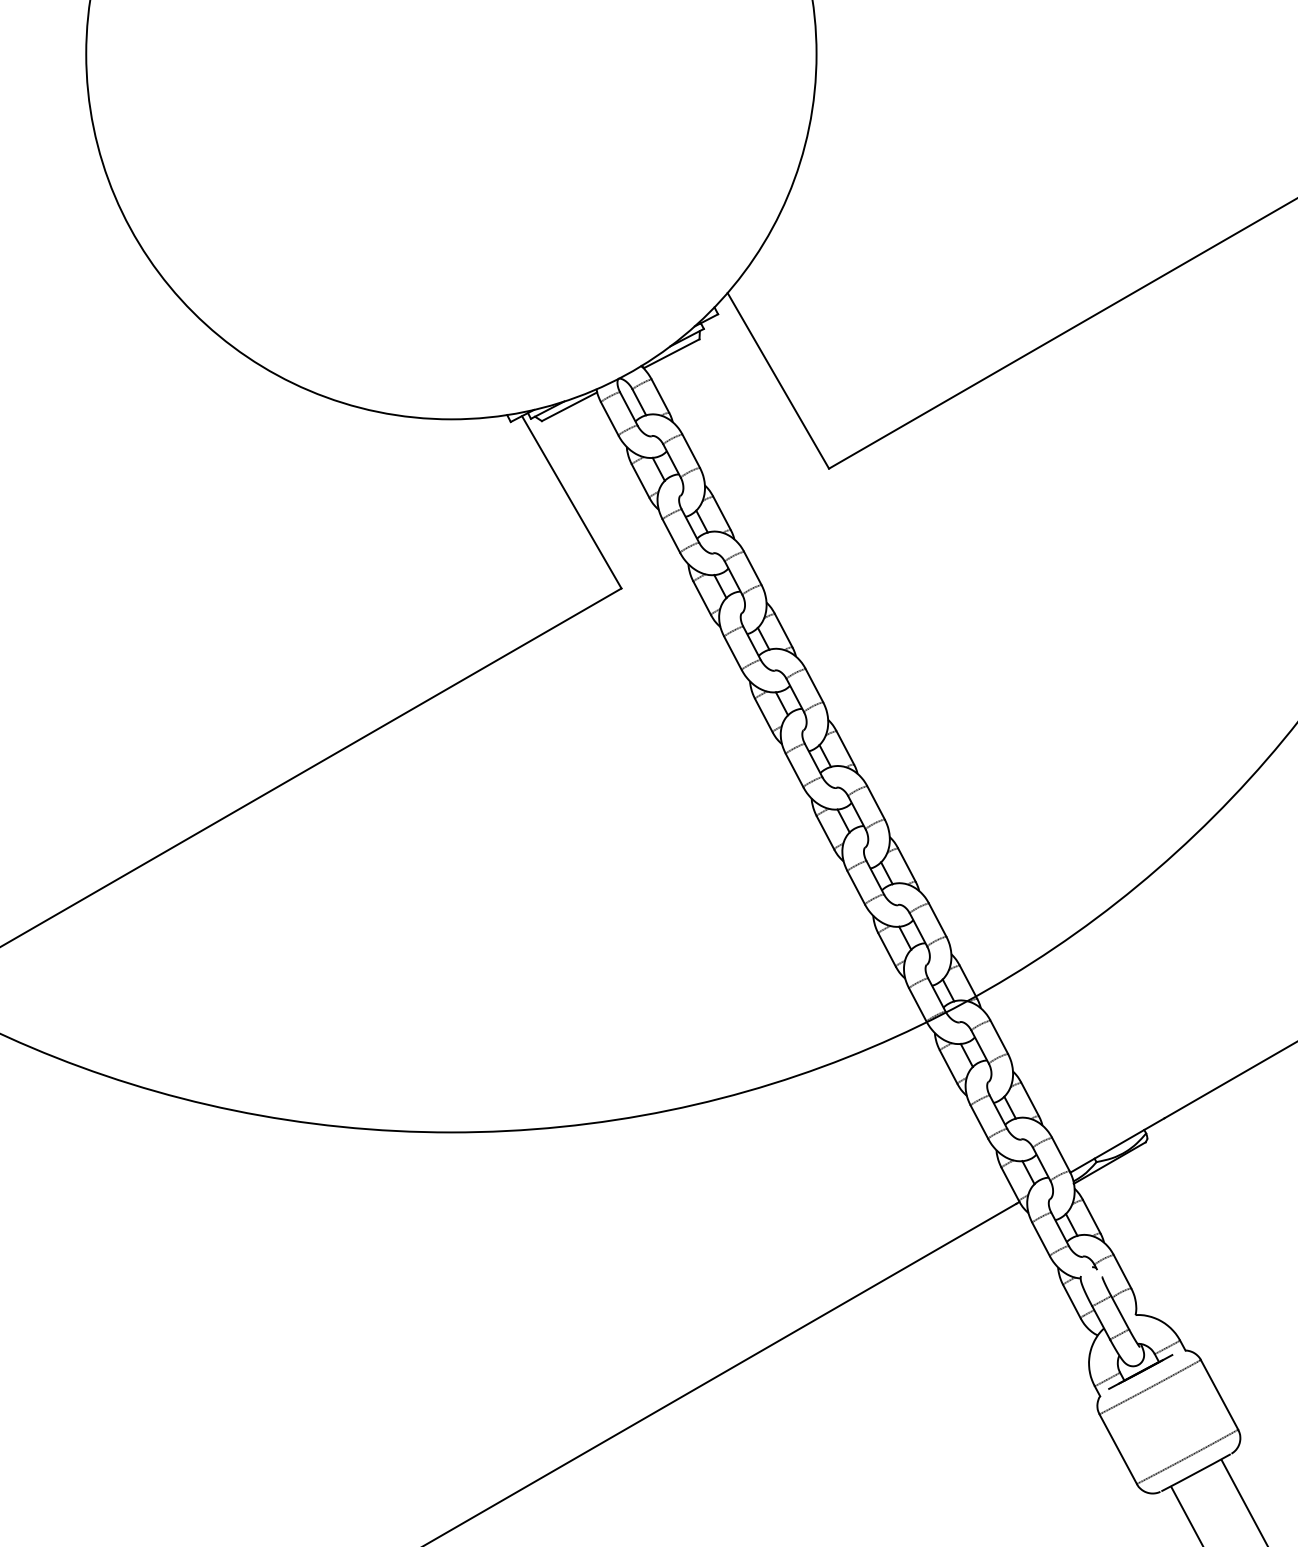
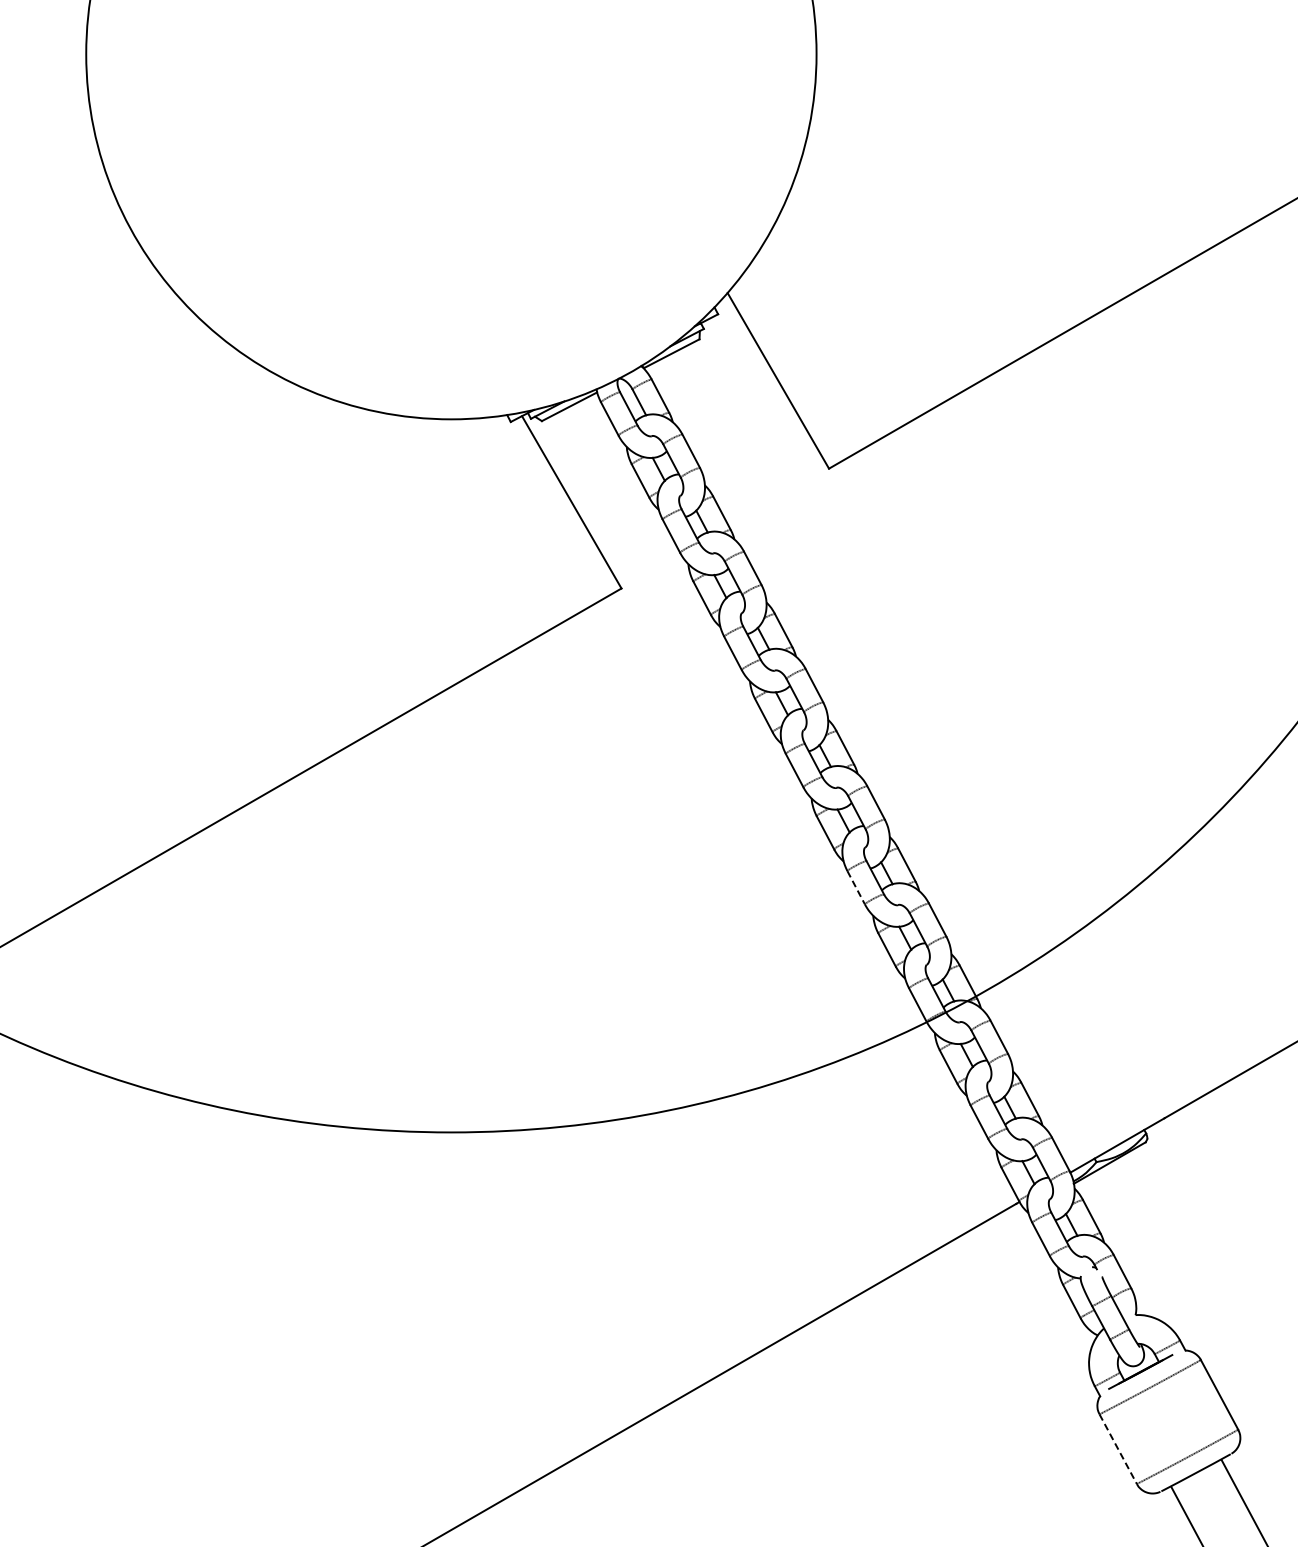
line at (856, 887): solid -> dashed
line at (1118, 1449): solid -> dashed
